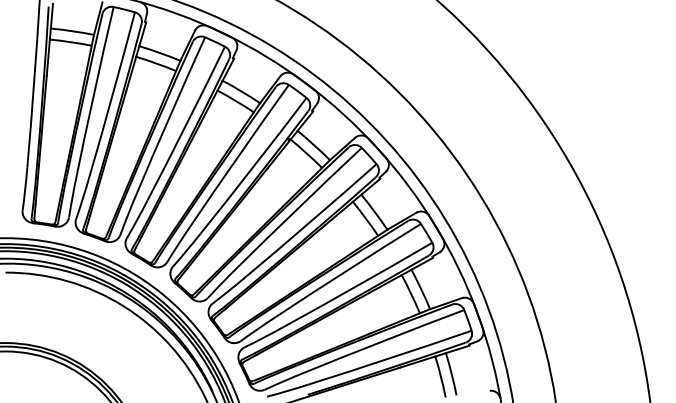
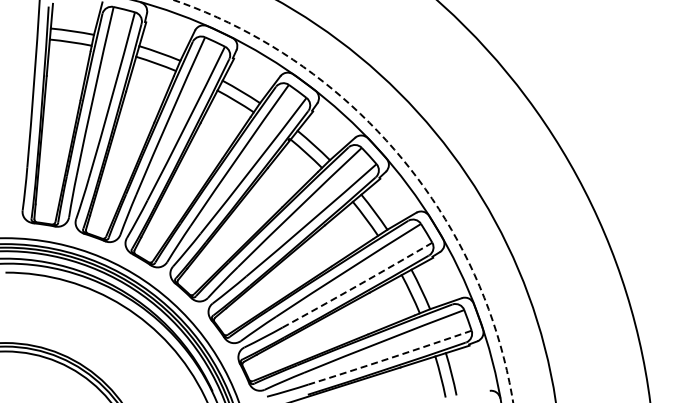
circle at (343, 201): solid -> dashed
arc at (357, 285): solid -> dashed
arc at (390, 358): solid -> dashed
